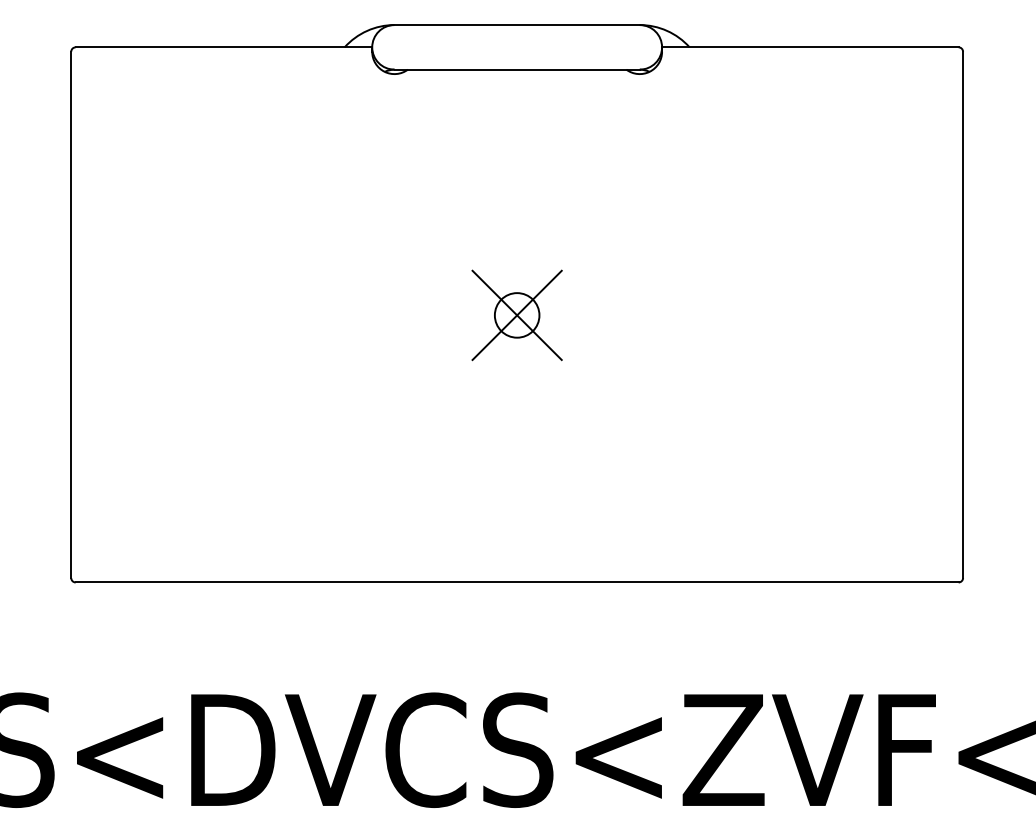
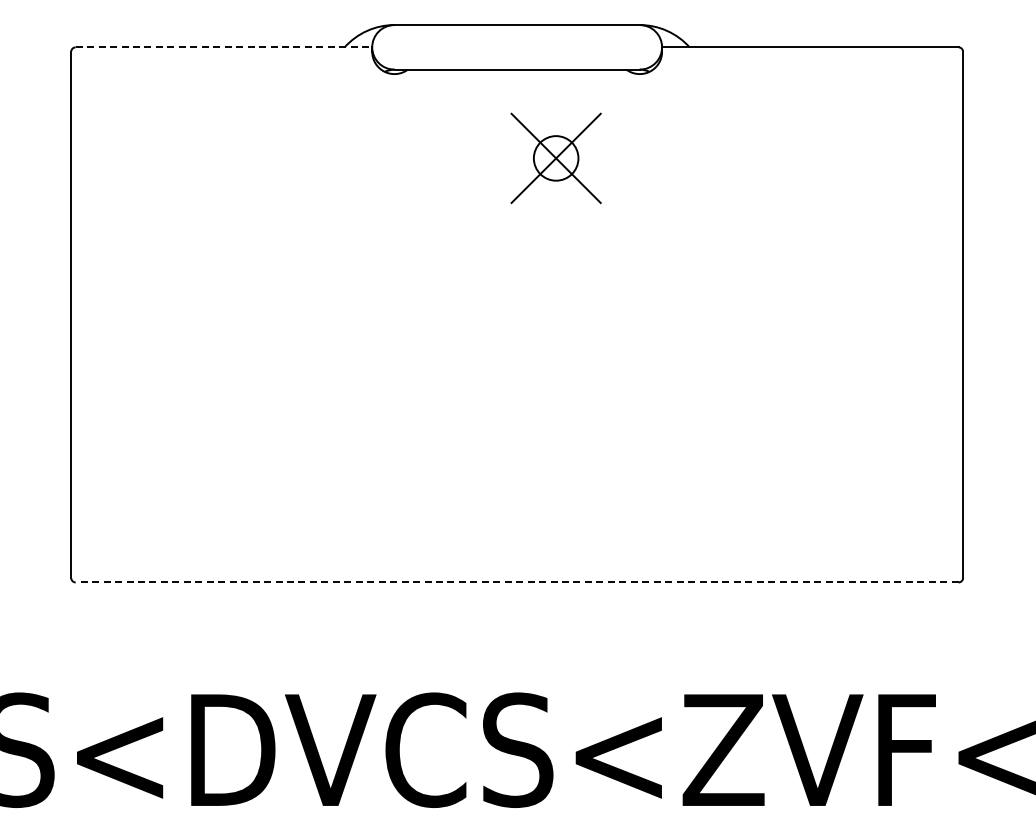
line at (224, 47): solid -> dashed
part at (516, 315) position: (516, 315) -> (555, 158)
line at (516, 582): solid -> dashed
